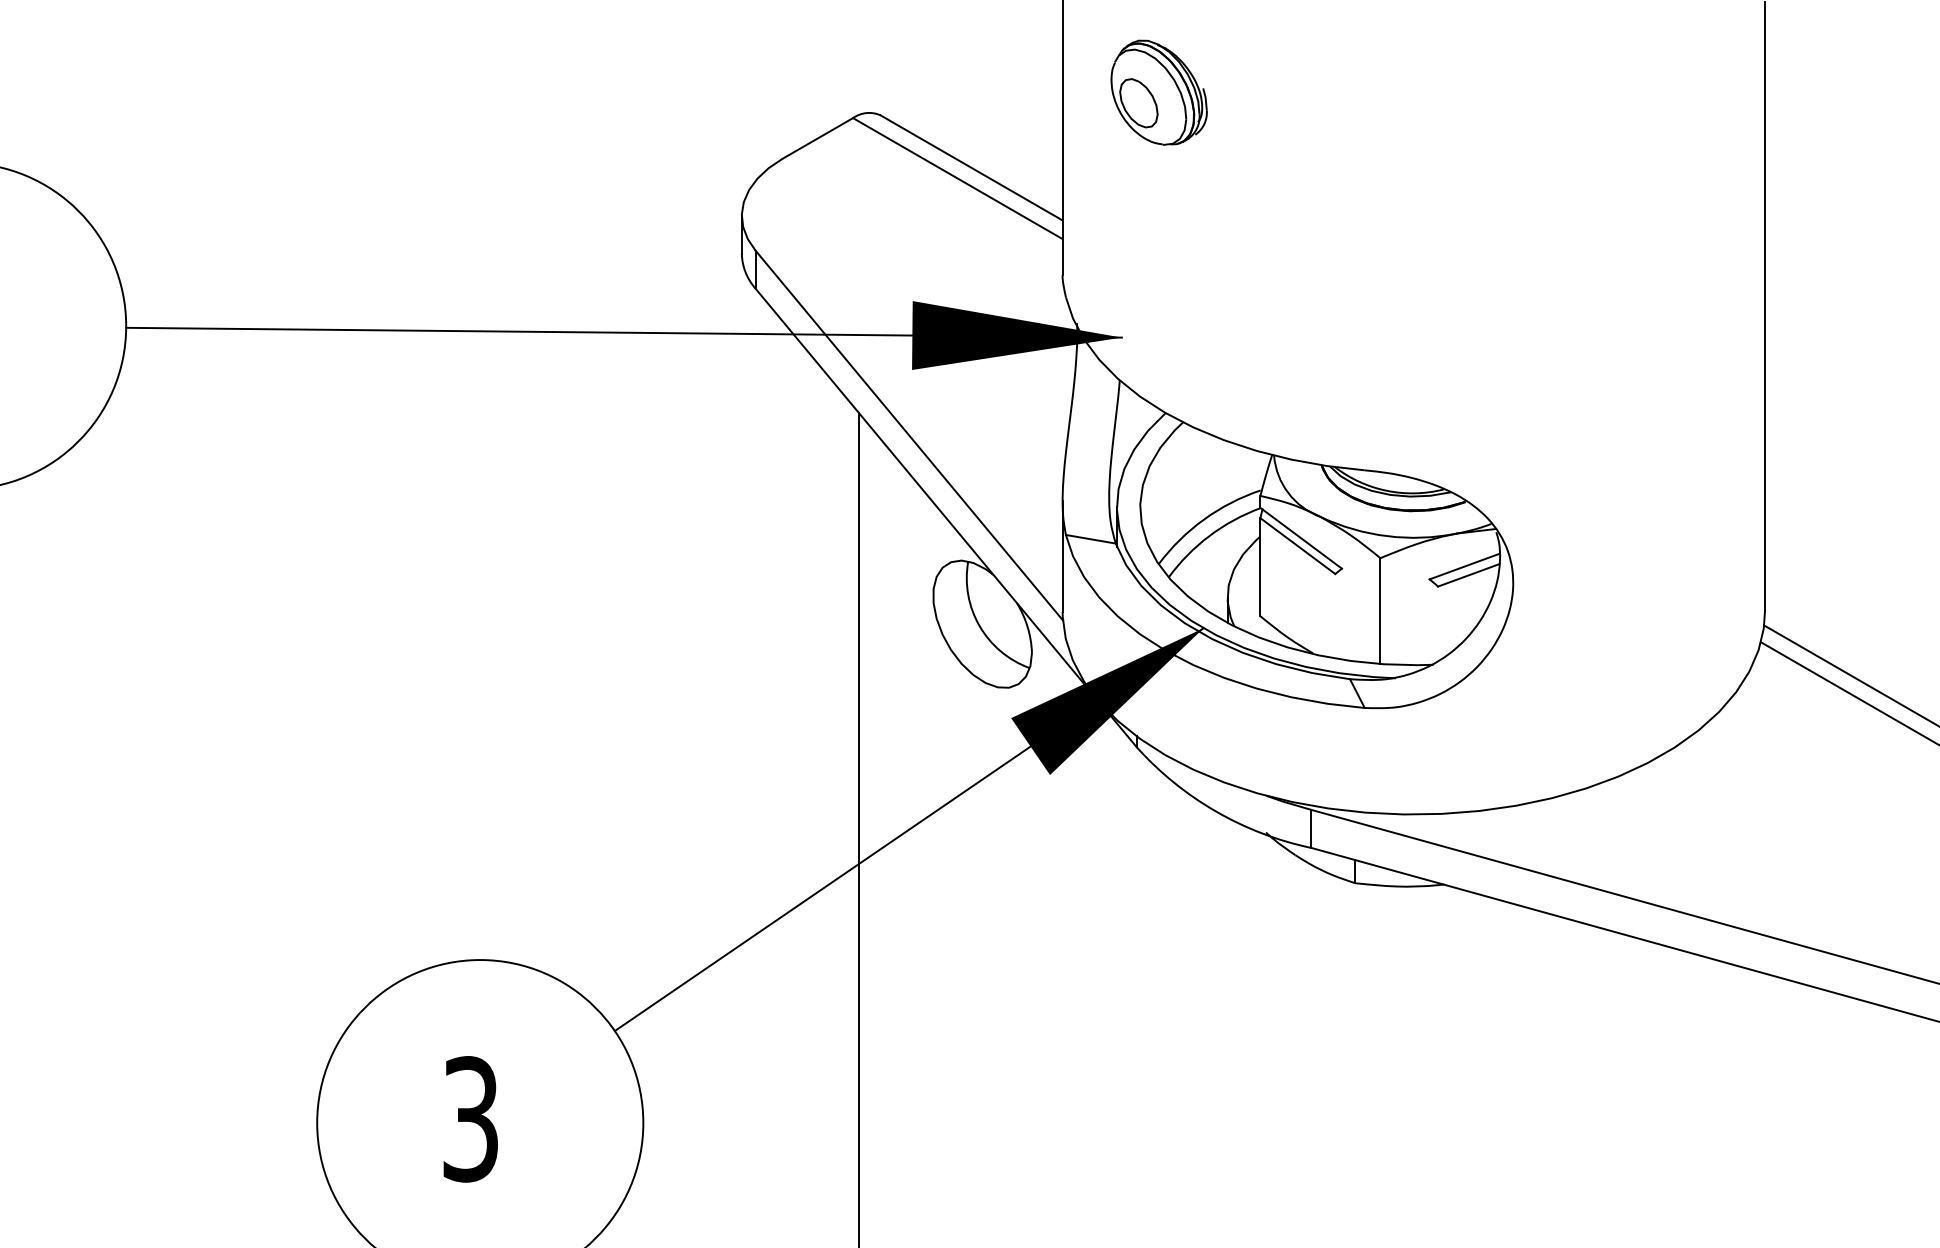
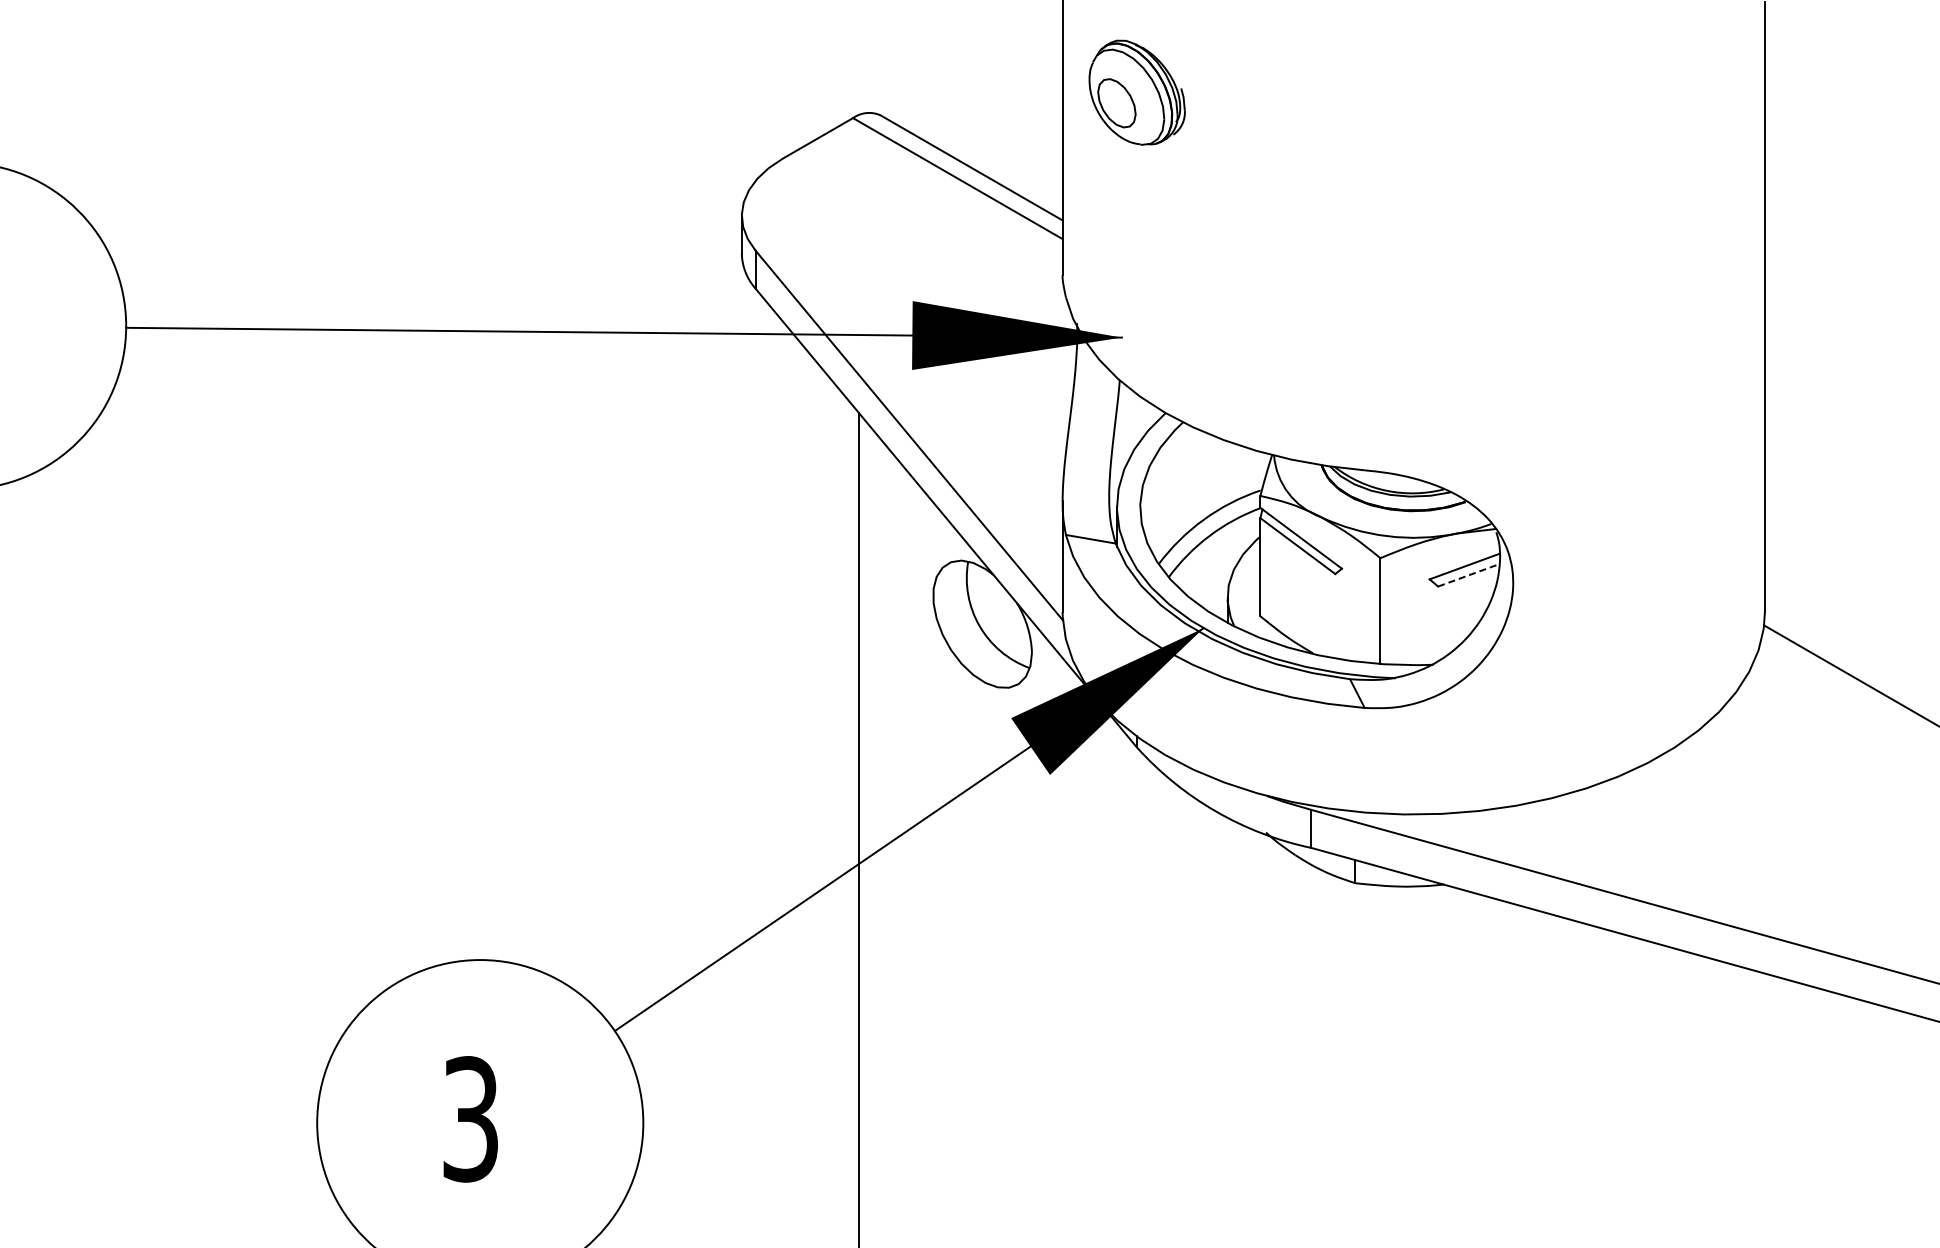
part at (1158, 92) position: (1158, 92) -> (1136, 92)
line at (1468, 575): solid -> dashed
line at (1848, 692): present -> none
